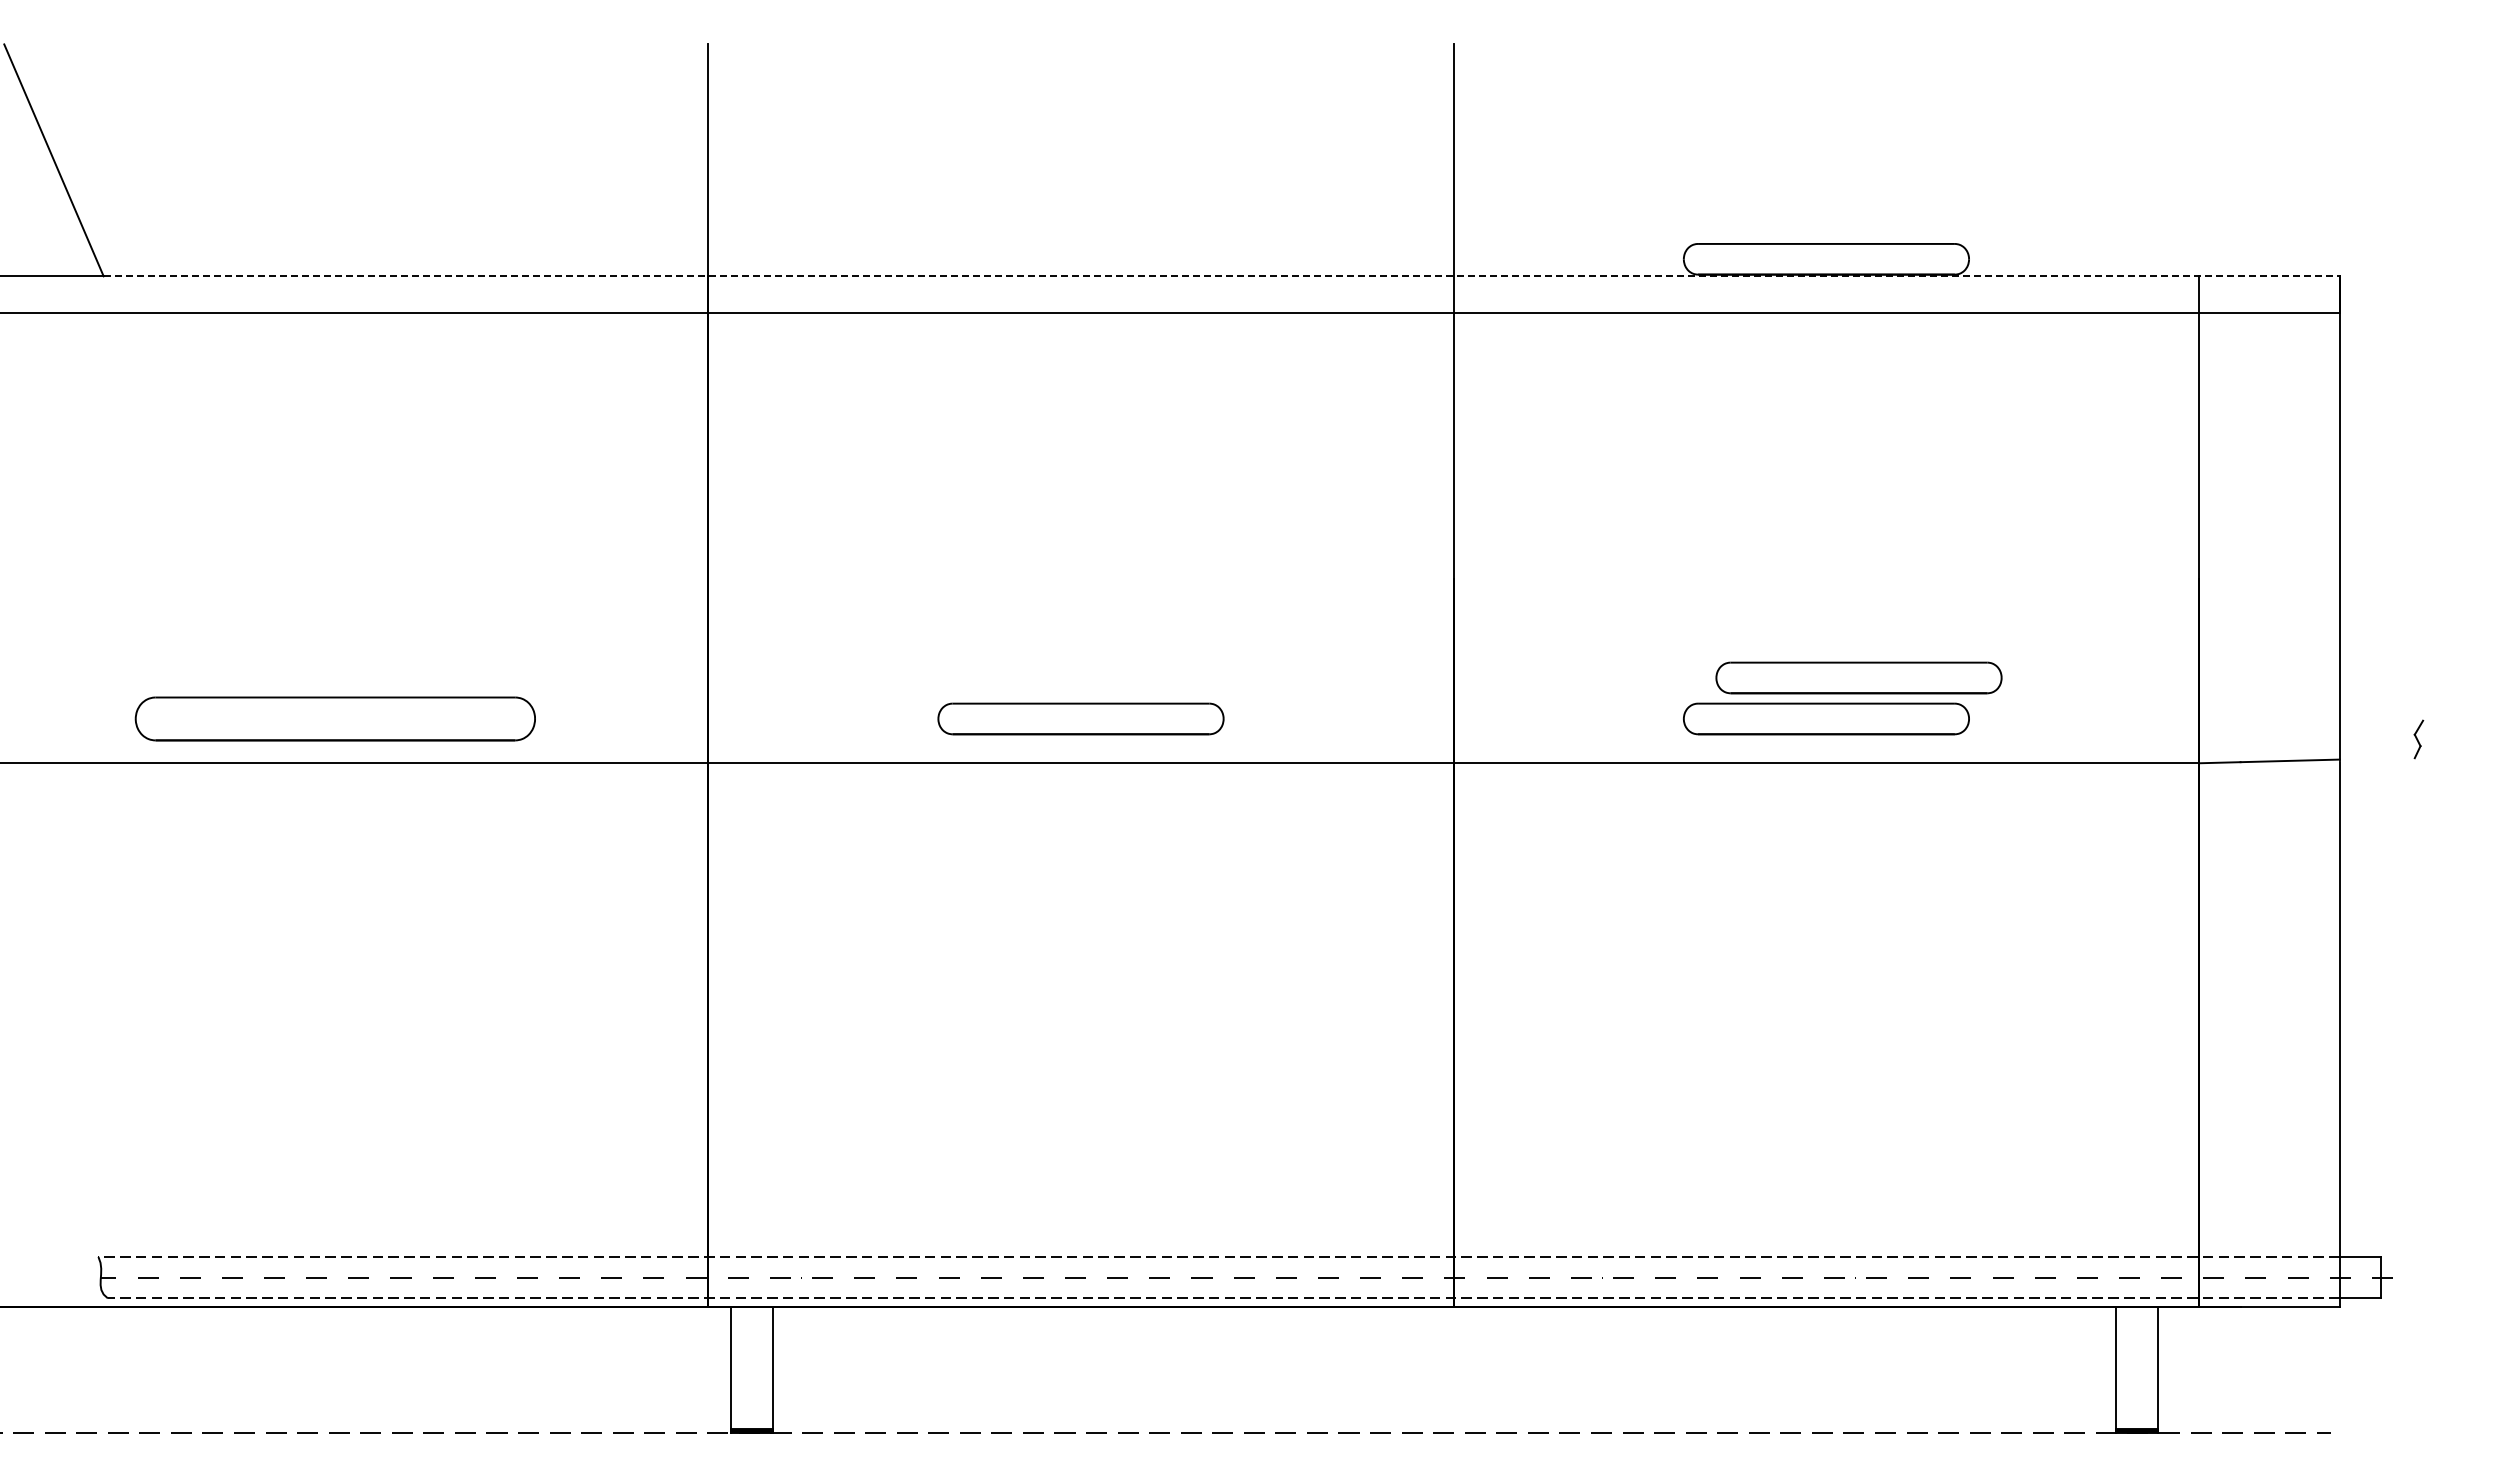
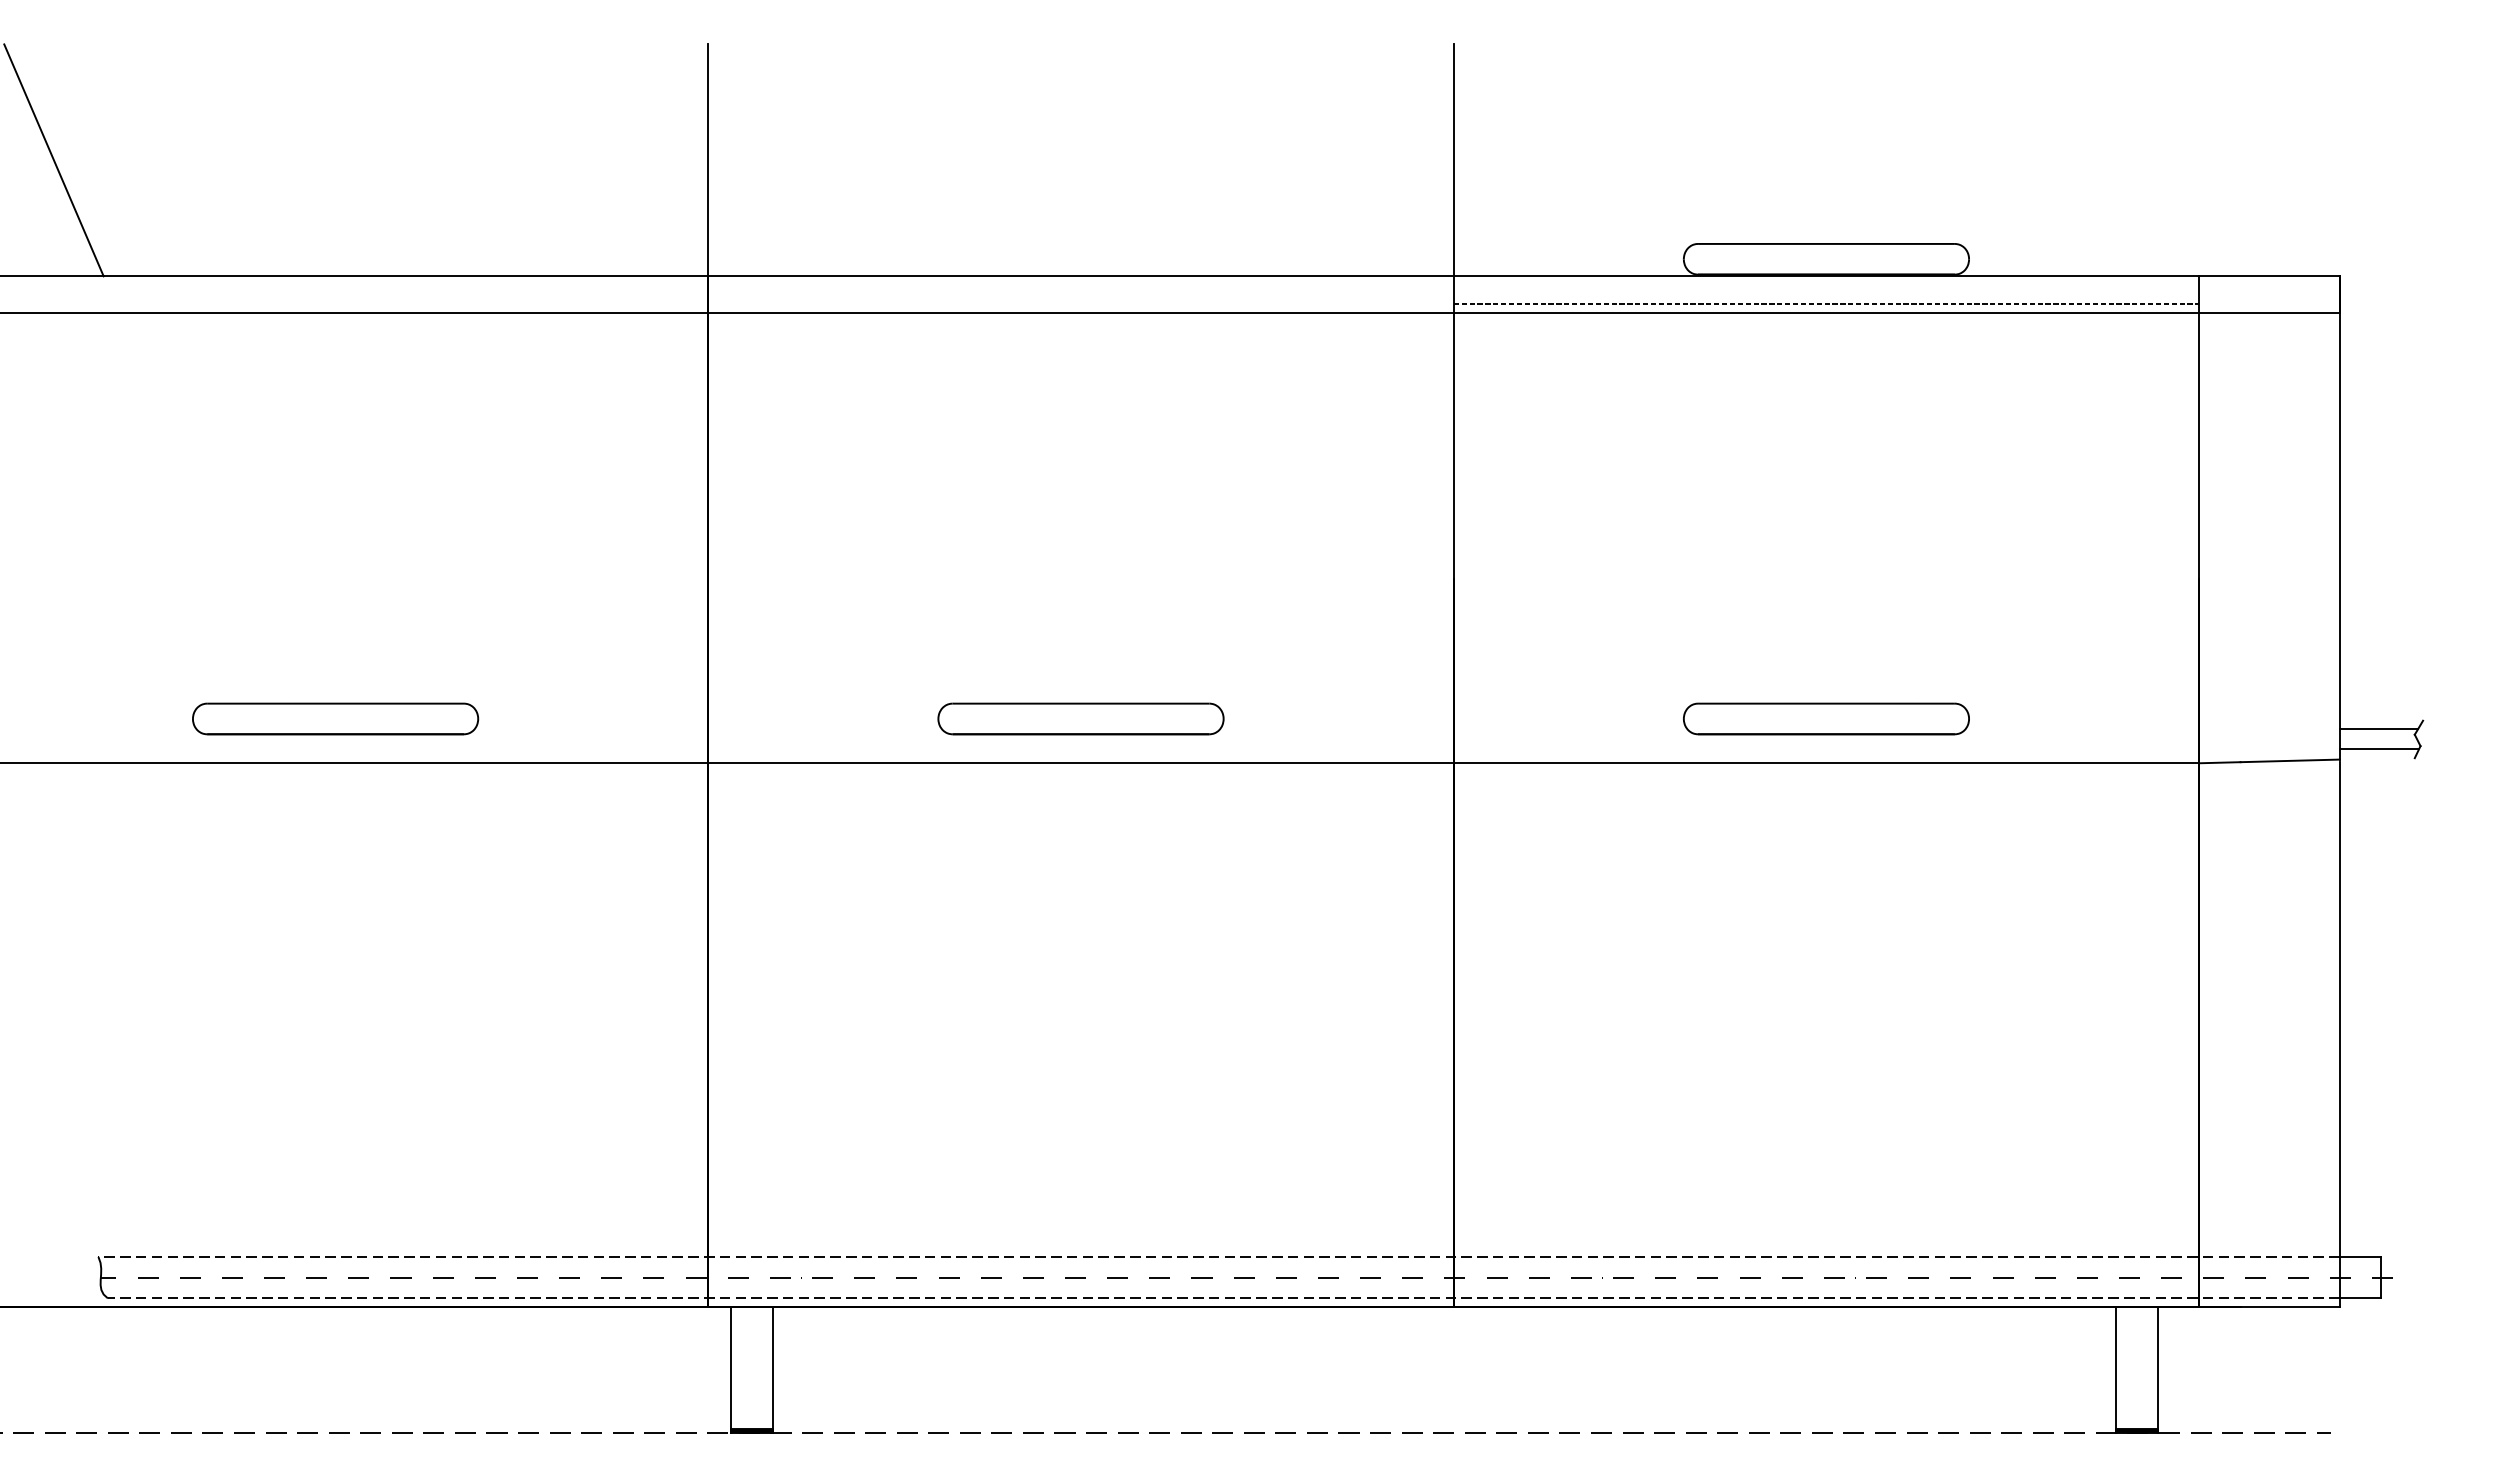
line at (1222, 276): dashed -> solid
line at (1826, 303): none -> present
part at (1858, 677): present -> none
part at (334, 718) size: 402x46 px -> 288x34 px
line at (2378, 728): none -> present
line at (2378, 749): none -> present
